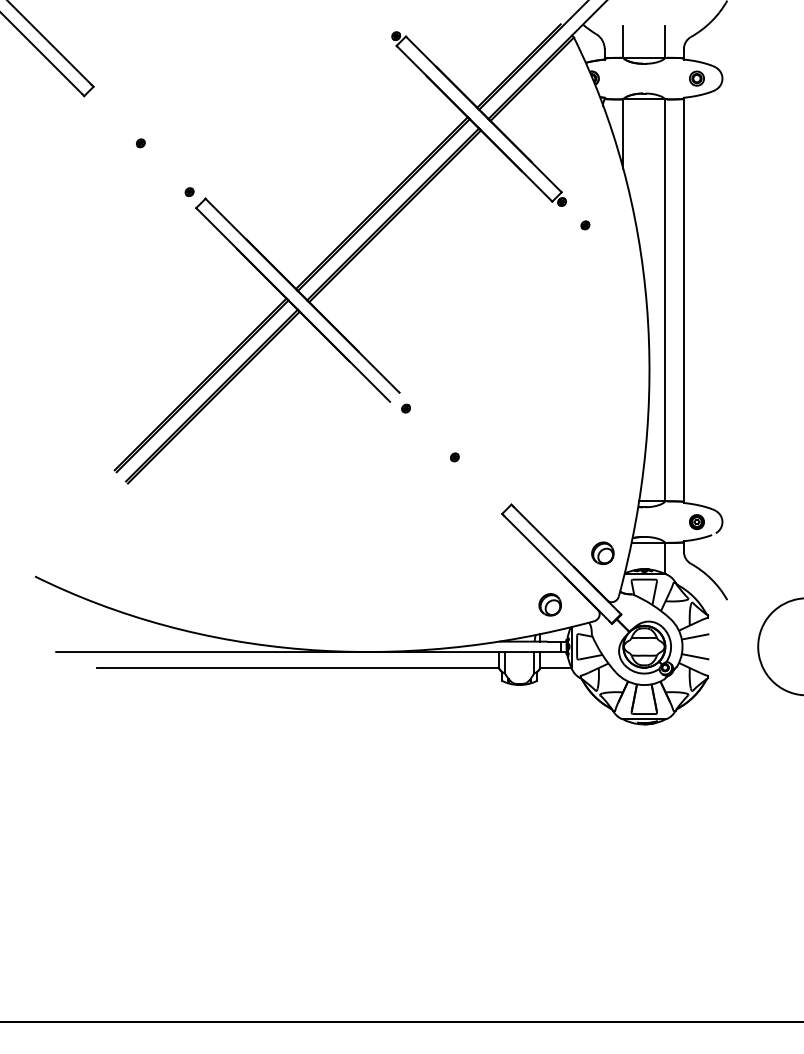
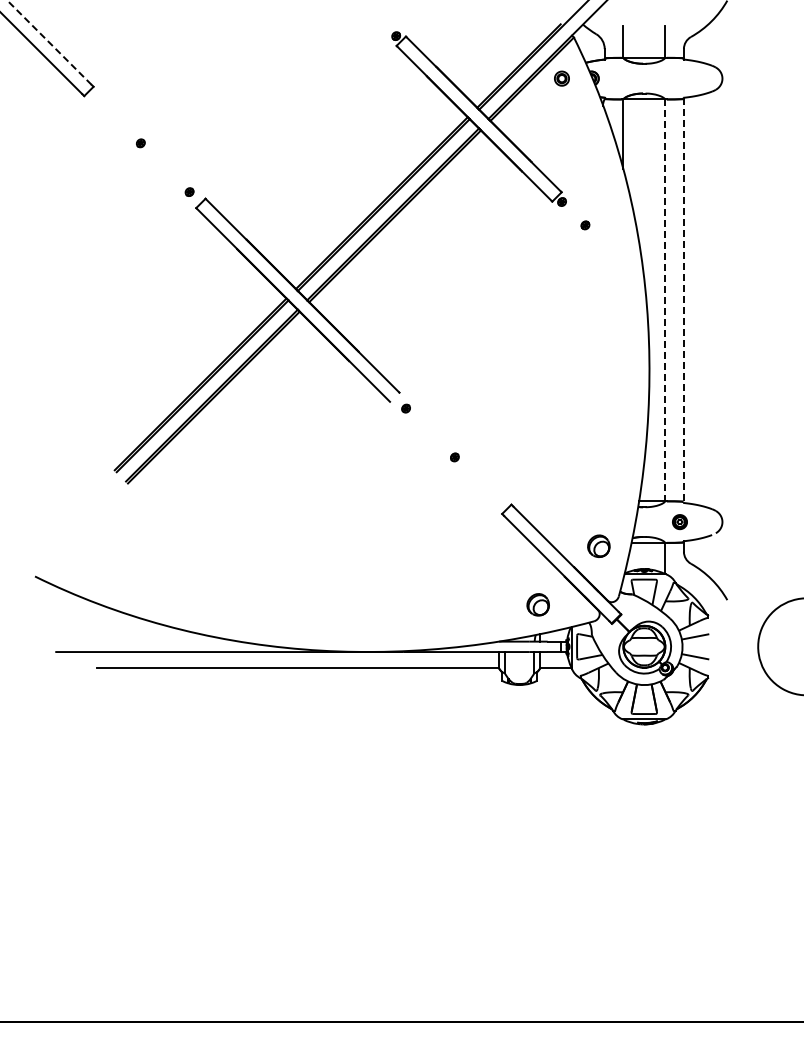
line at (49, 42): solid -> dashed
part at (696, 78) position: (696, 78) -> (561, 78)
line at (665, 300): solid -> dashed
line at (683, 300): solid -> dashed
part at (696, 522) position: (696, 522) -> (679, 522)
part at (602, 552) position: (602, 552) -> (598, 545)
part at (549, 604) position: (549, 604) -> (537, 604)
